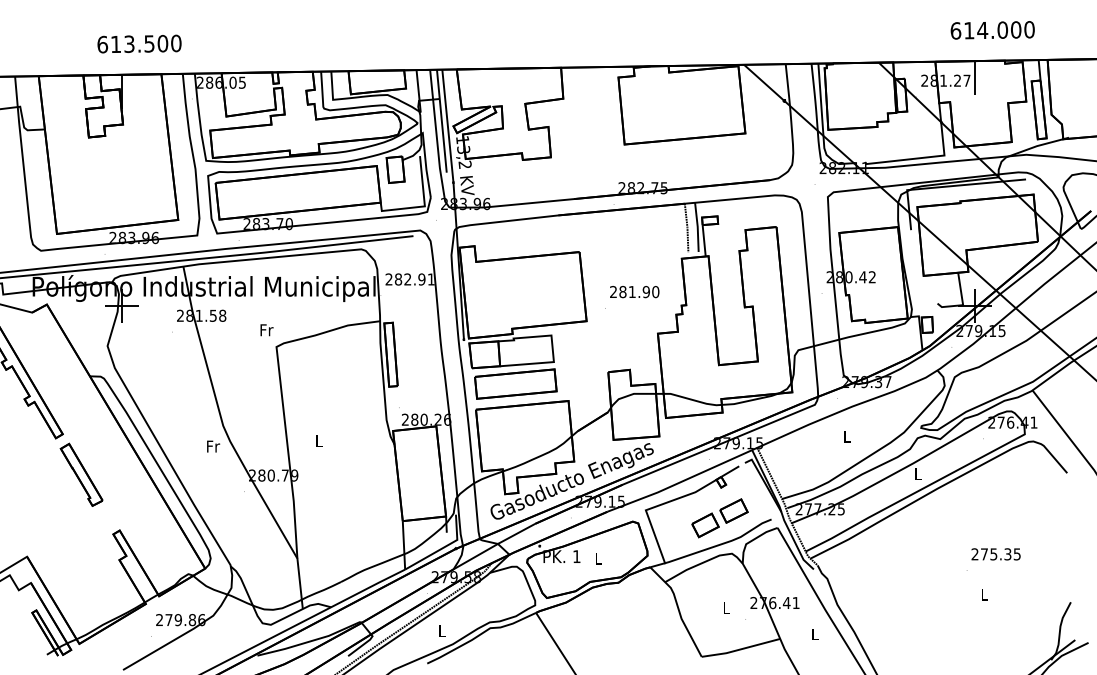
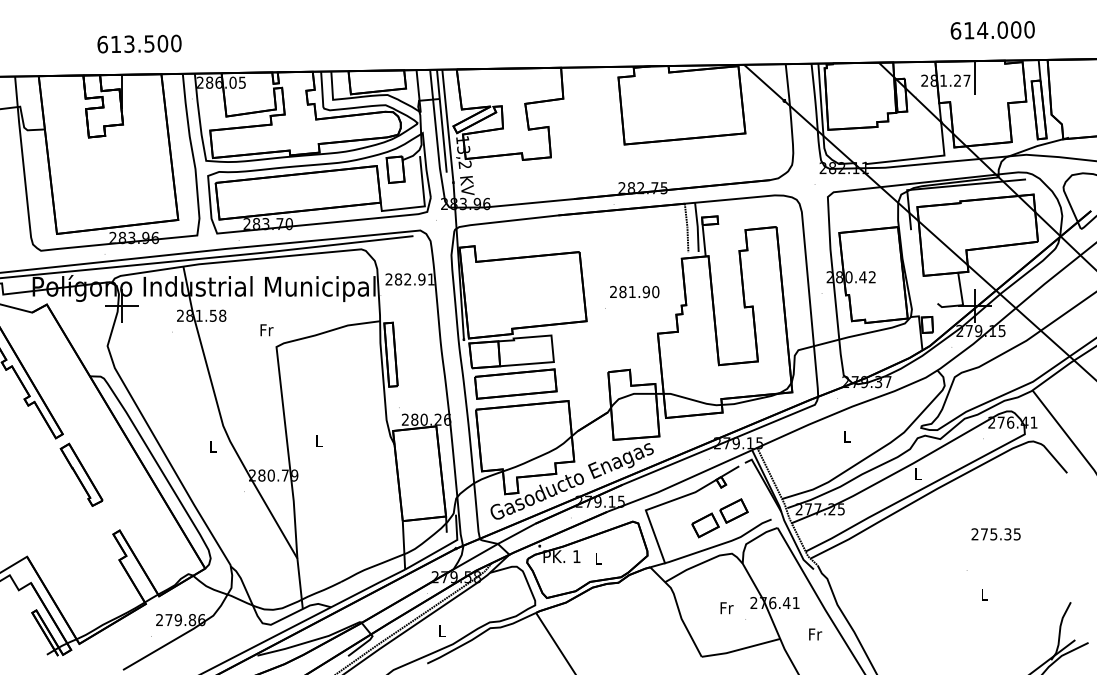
text at (213, 446): Fr -> L
text at (995, 554) position: (995, 554) -> (995, 534)
text at (726, 608): L -> Fr
text at (815, 634): L -> Fr
